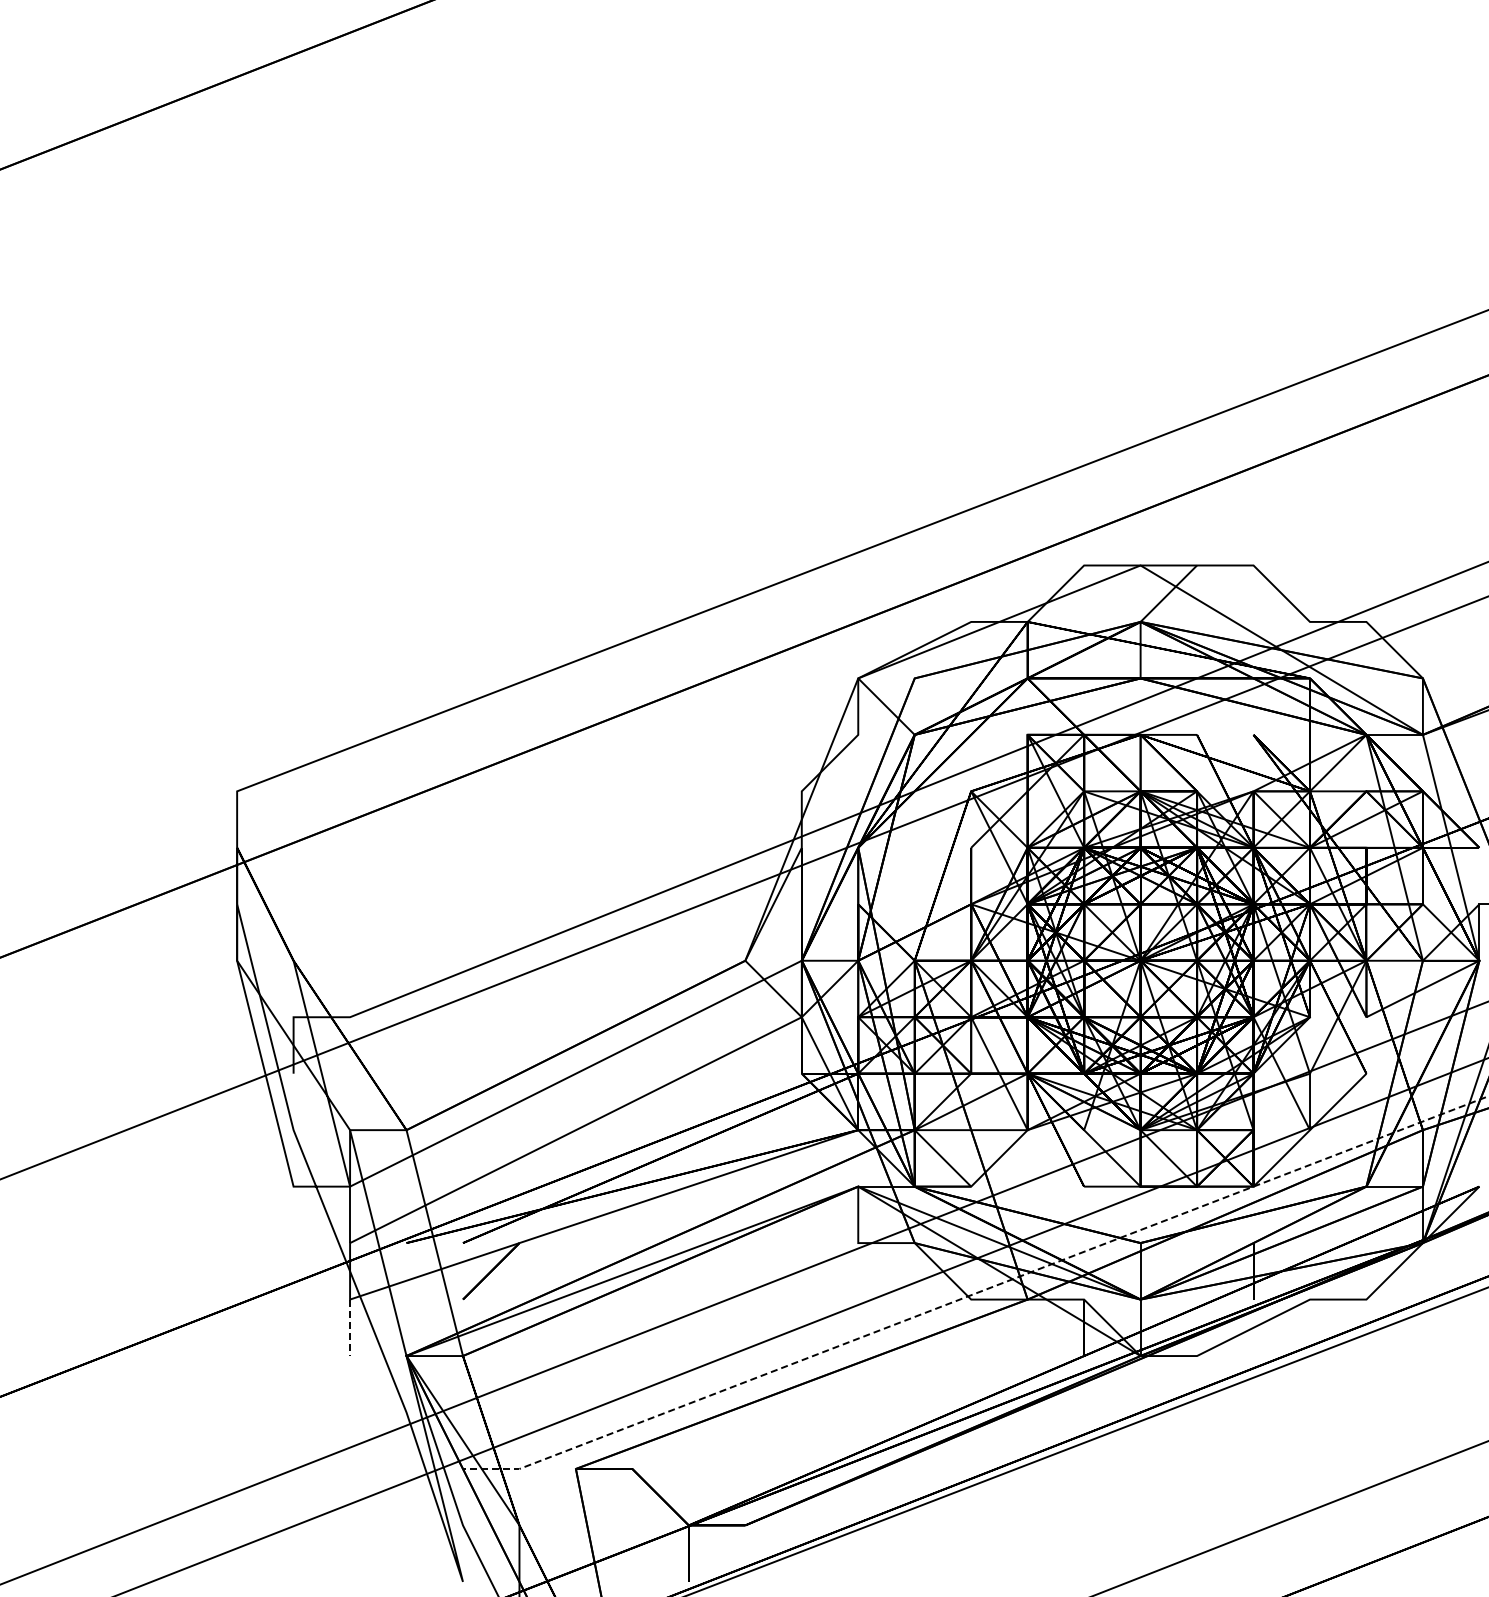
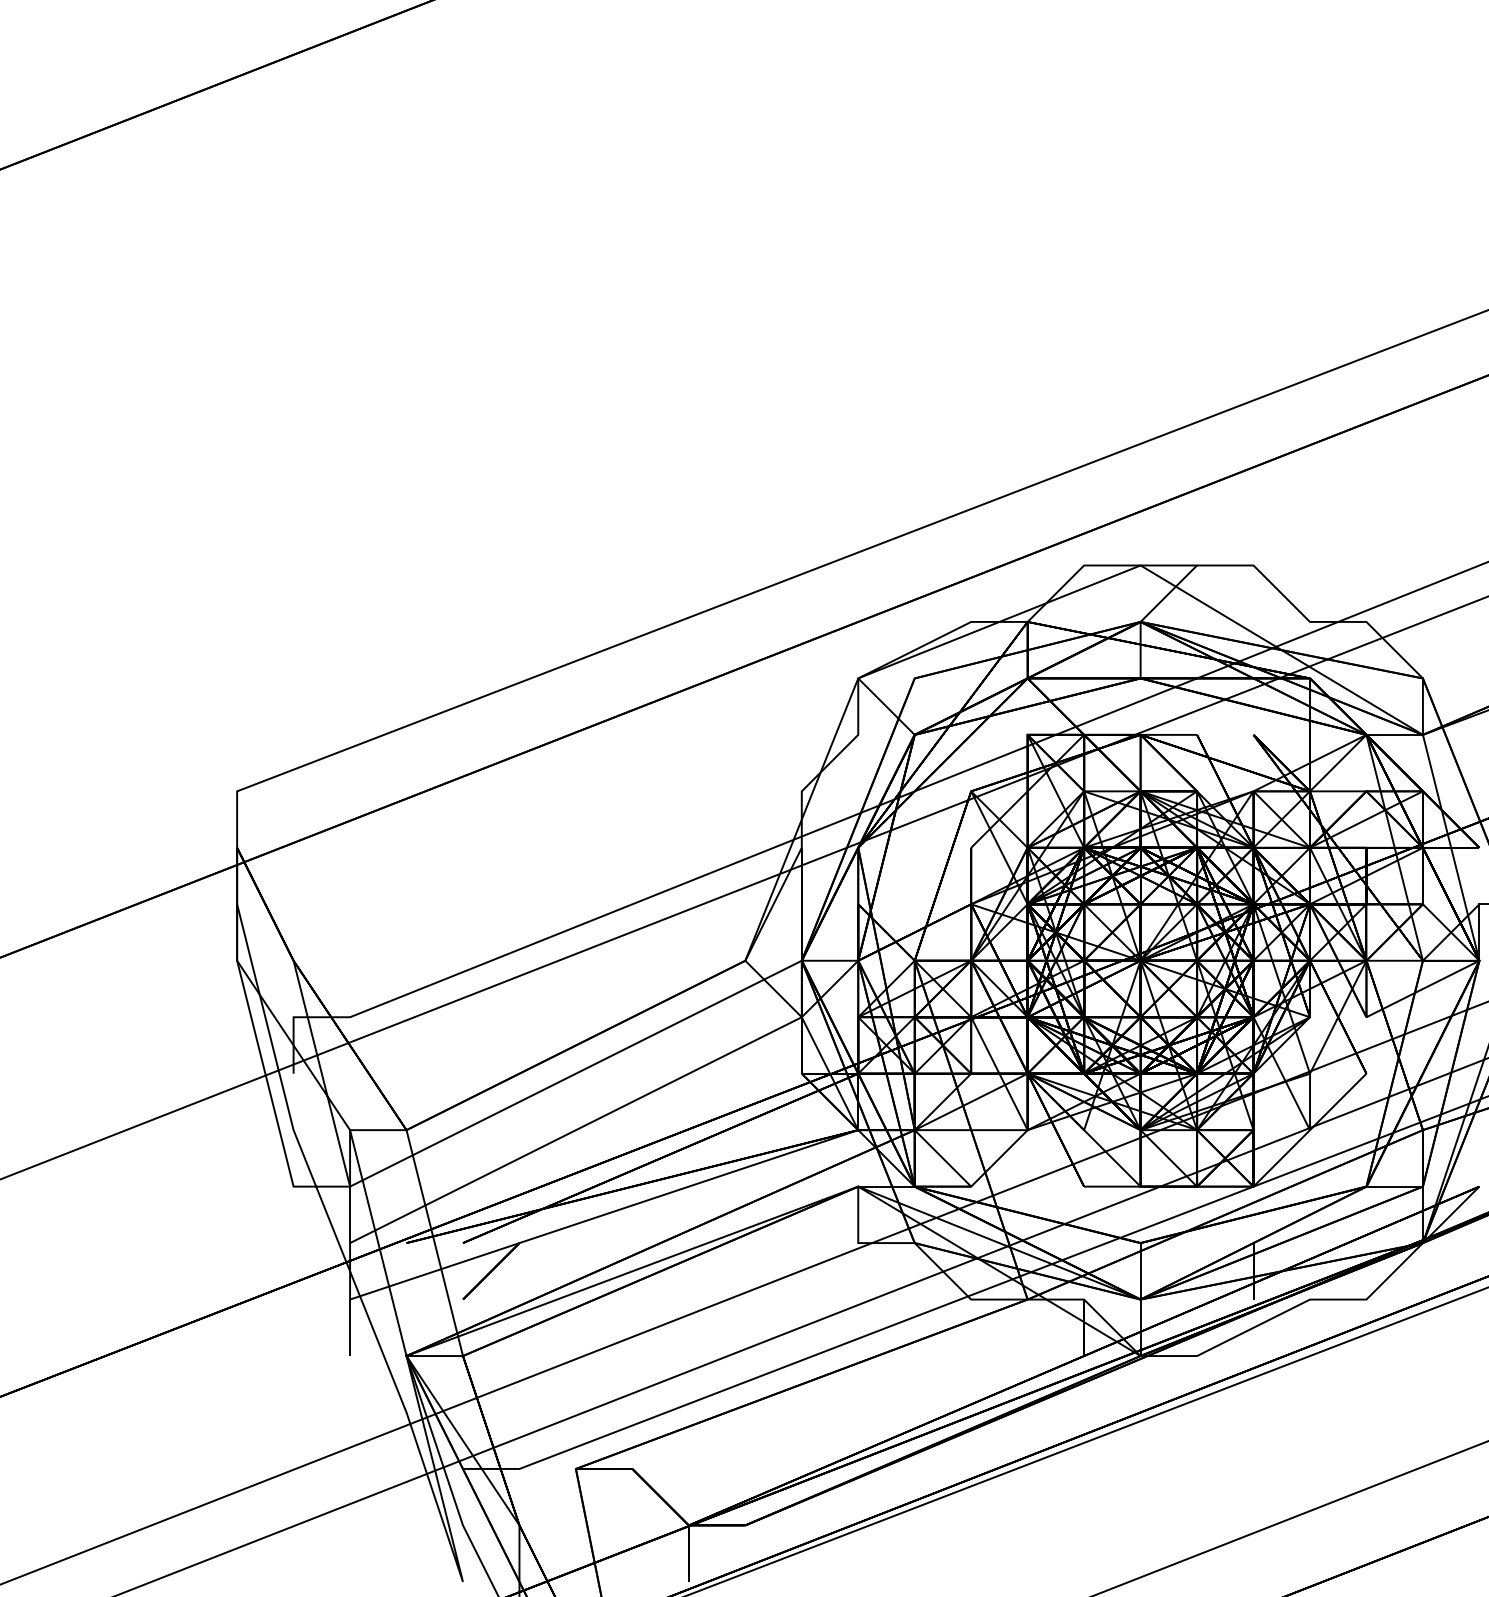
line at (976, 1293): dashed -> solid
line at (350, 1328): dashed -> solid
